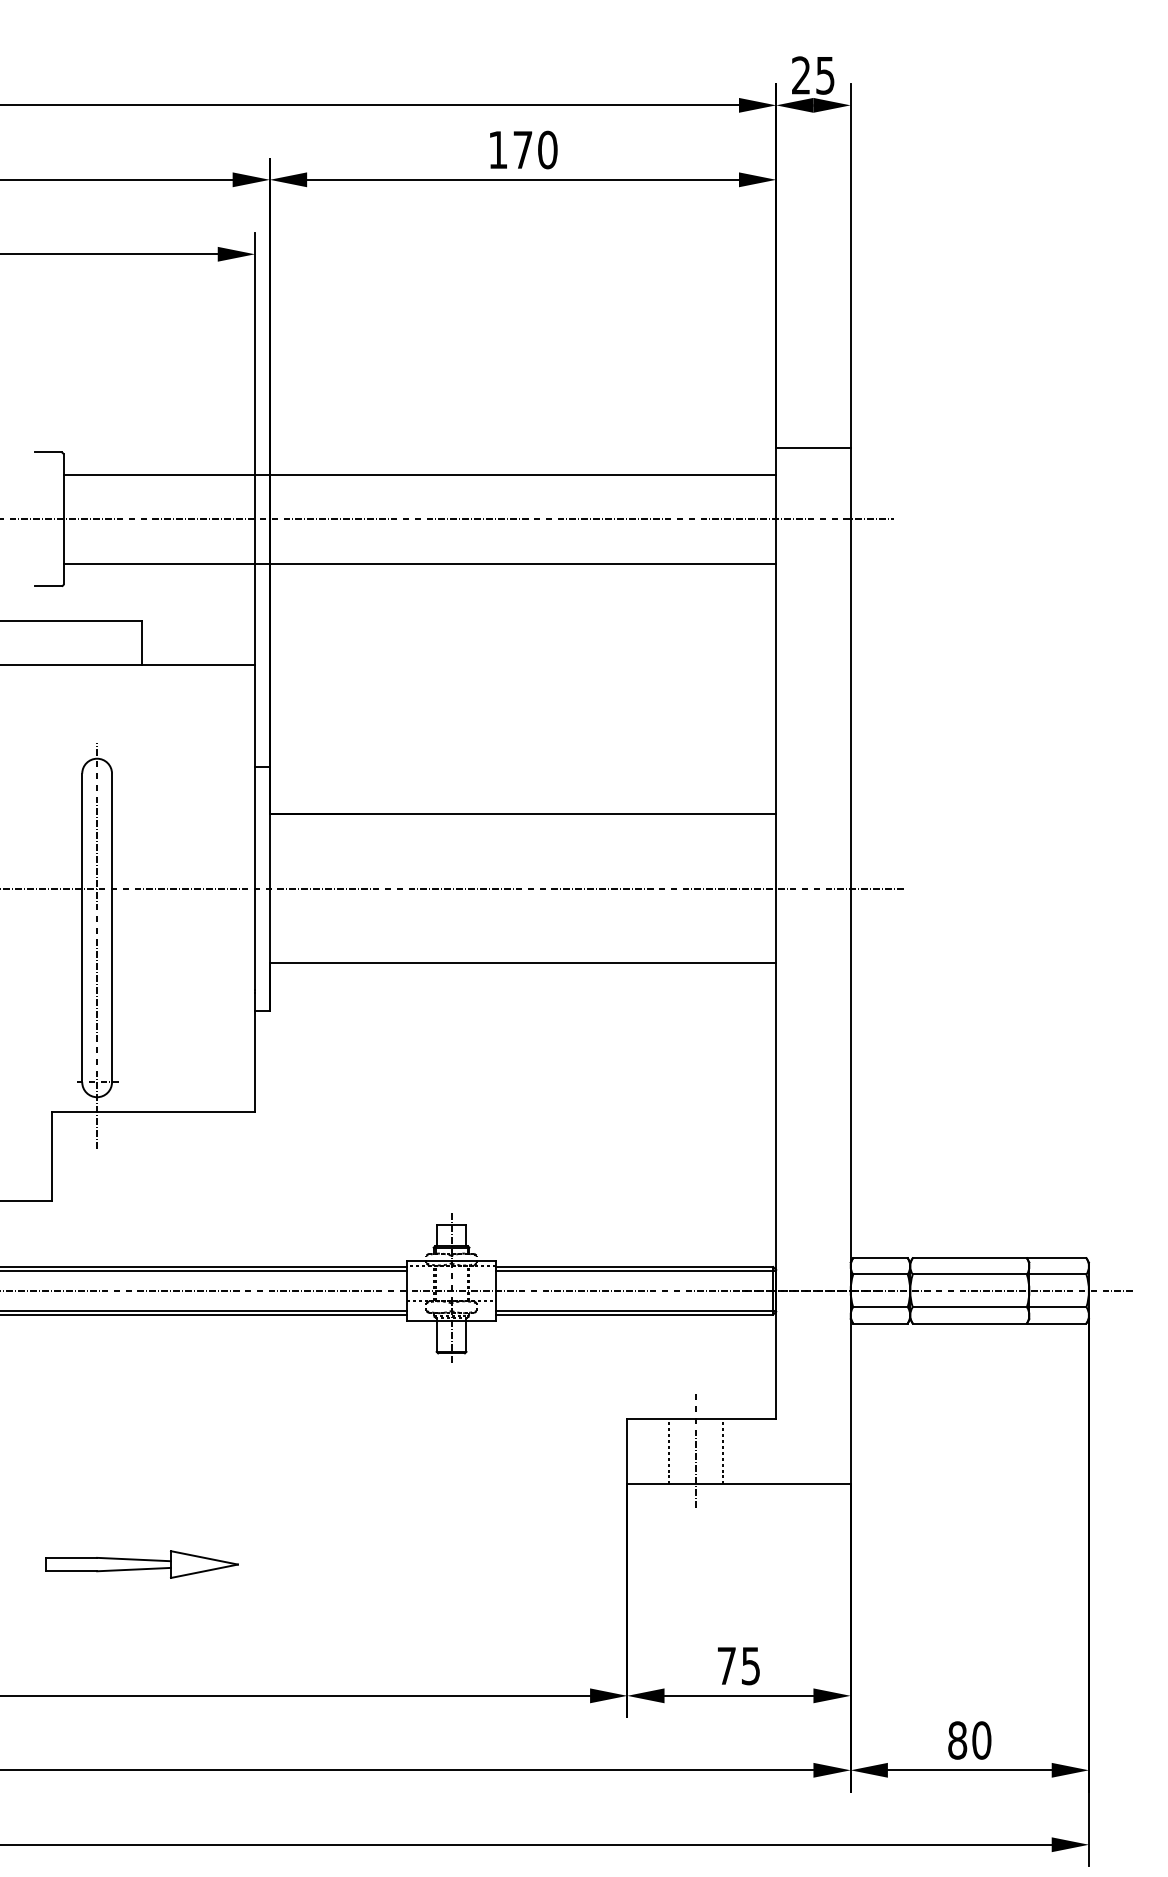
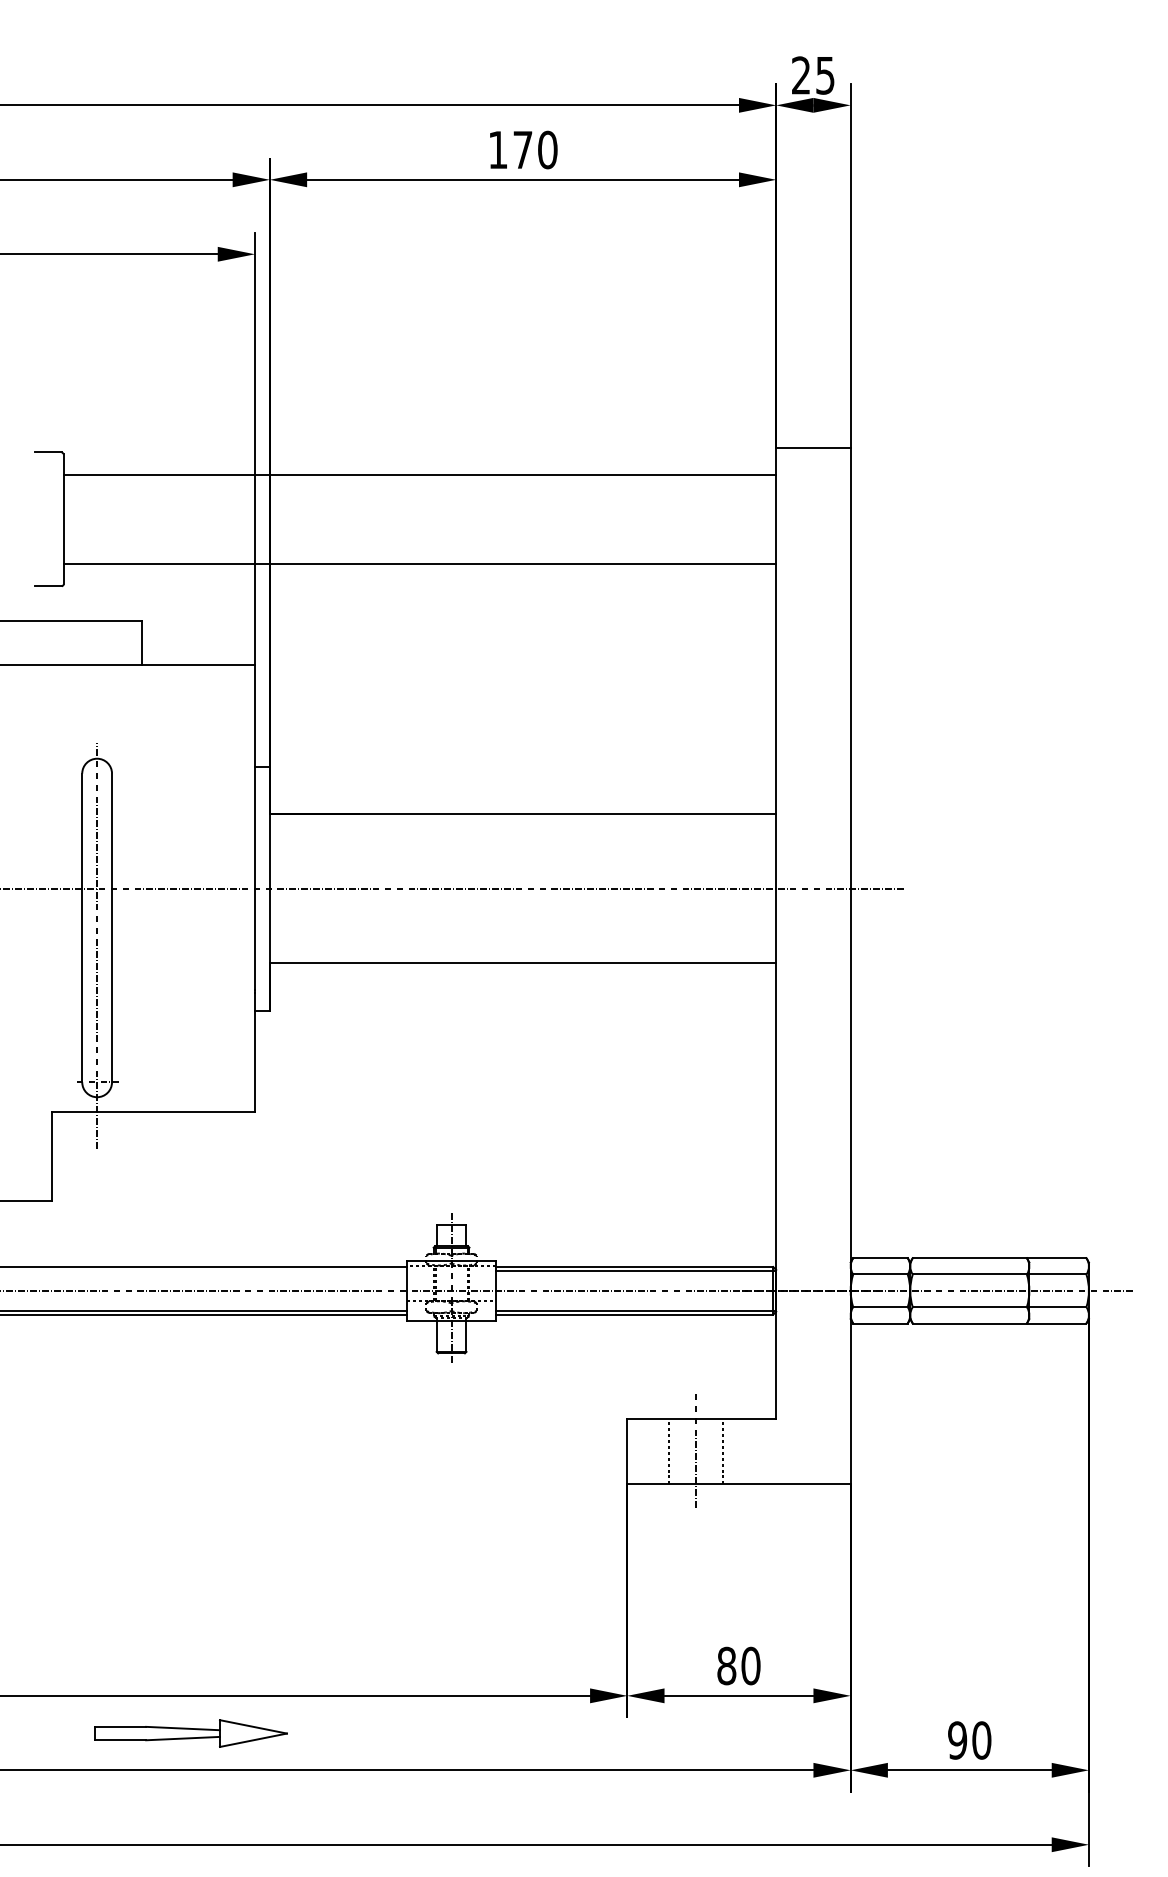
line at (448, 519): present -> none
line at (204, 1270): present -> none
part at (141, 1564) position: (141, 1564) -> (190, 1733)
text at (738, 1665): 75 -> 80
text at (957, 1740): 80 -> 90
